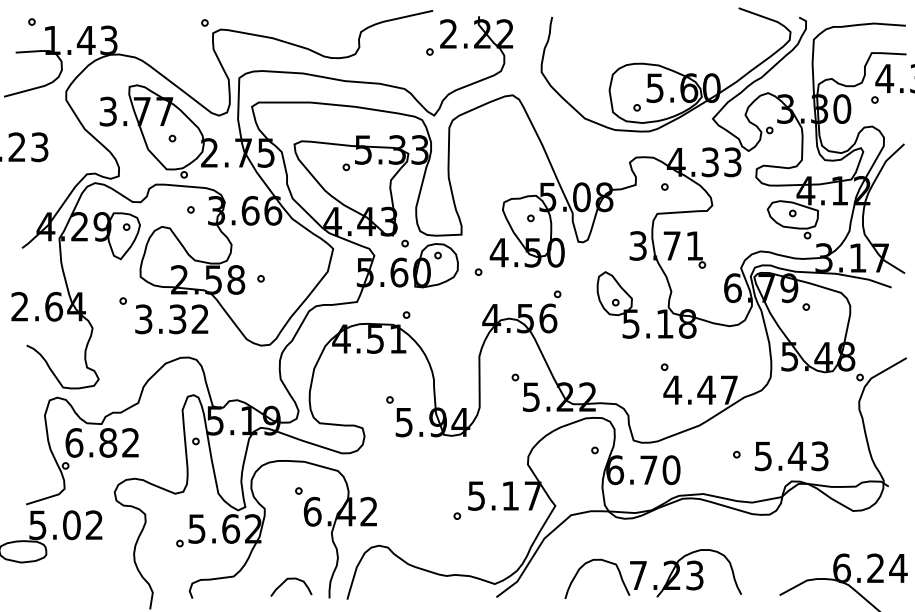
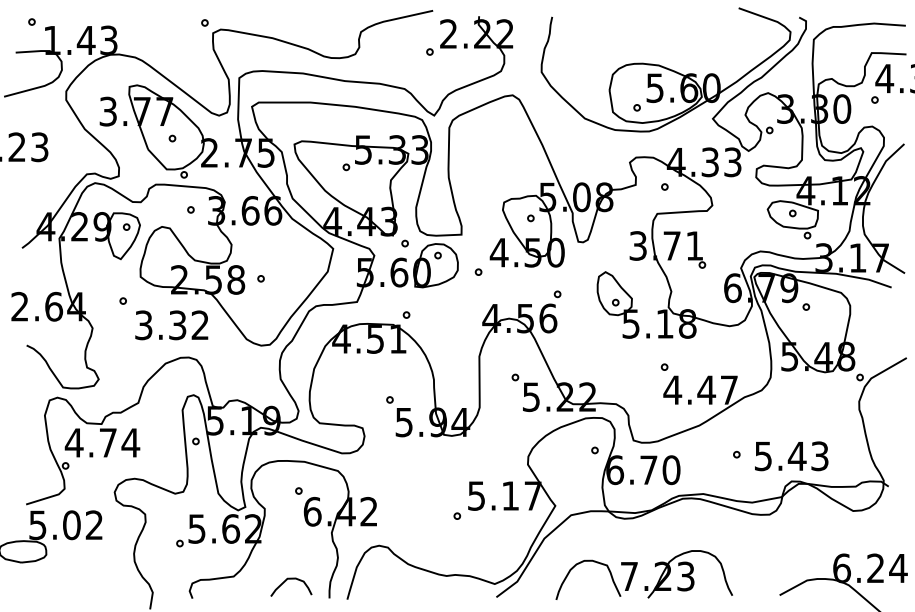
text at (171, 319) position: (171, 319) -> (171, 325)
text at (102, 442): 6.82 -> 4.74
part at (644, 569) position: (644, 569) -> (635, 570)
